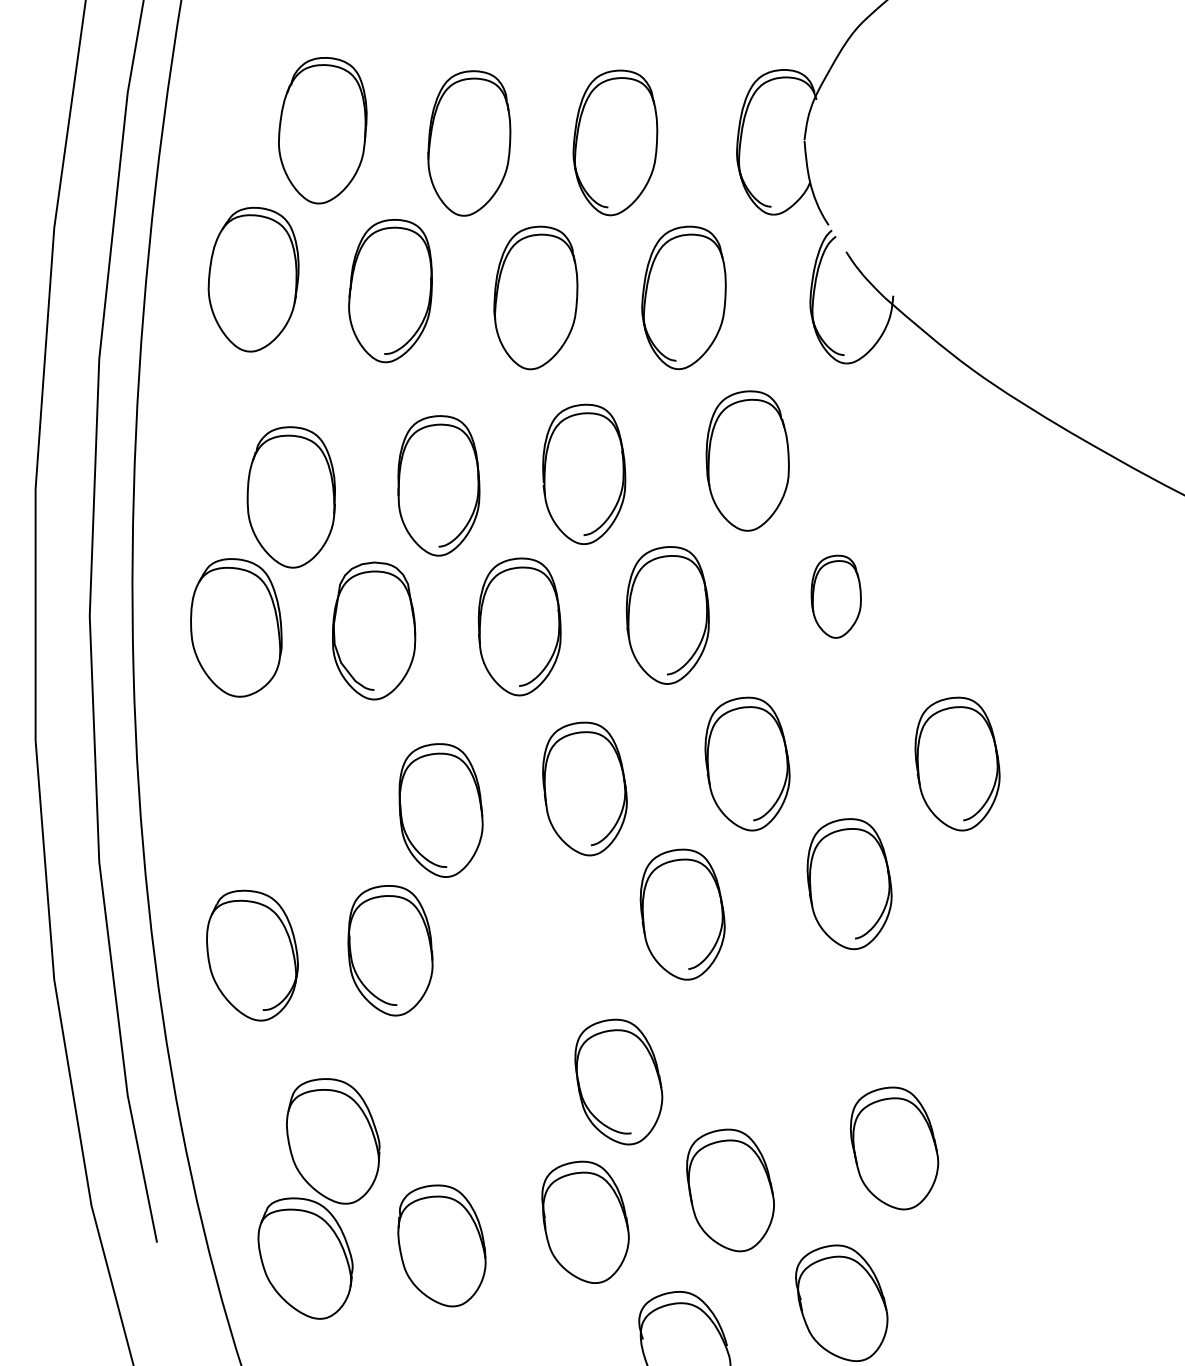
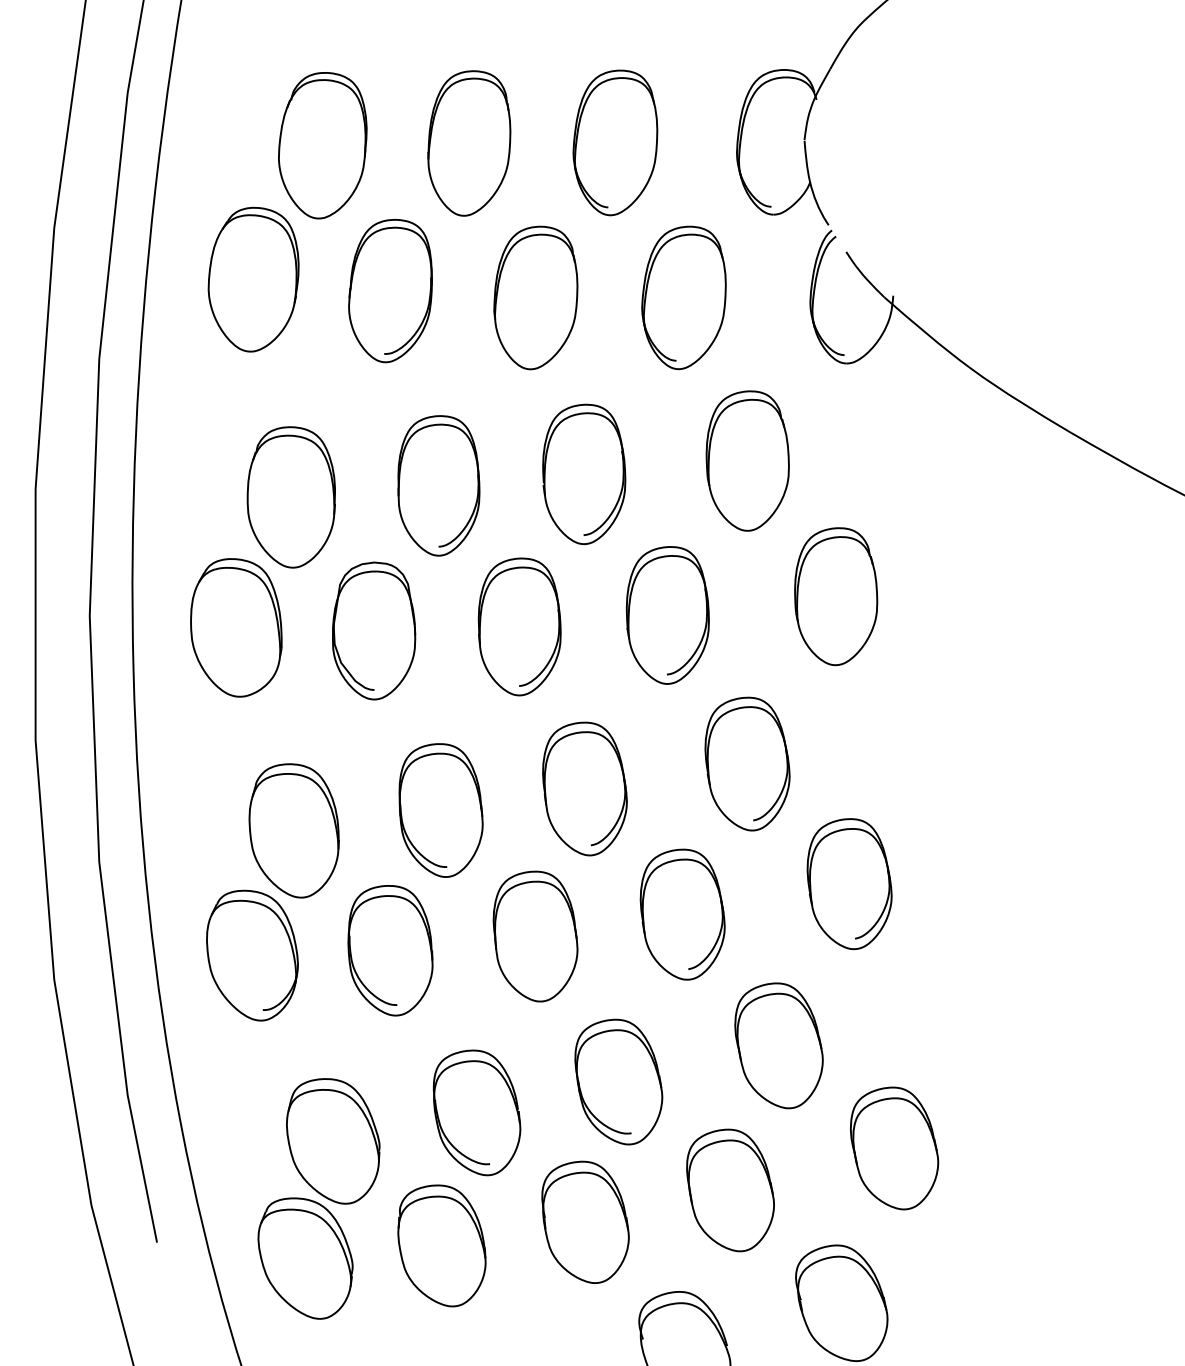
part at (322, 130) position: (322, 130) -> (322, 145)
part at (835, 596) size: 52x85 px -> 85x140 px
part at (957, 763): present -> none
part at (293, 830): none -> present
part at (535, 936): none -> present
part at (778, 1045): none -> present
part at (476, 1112): none -> present
